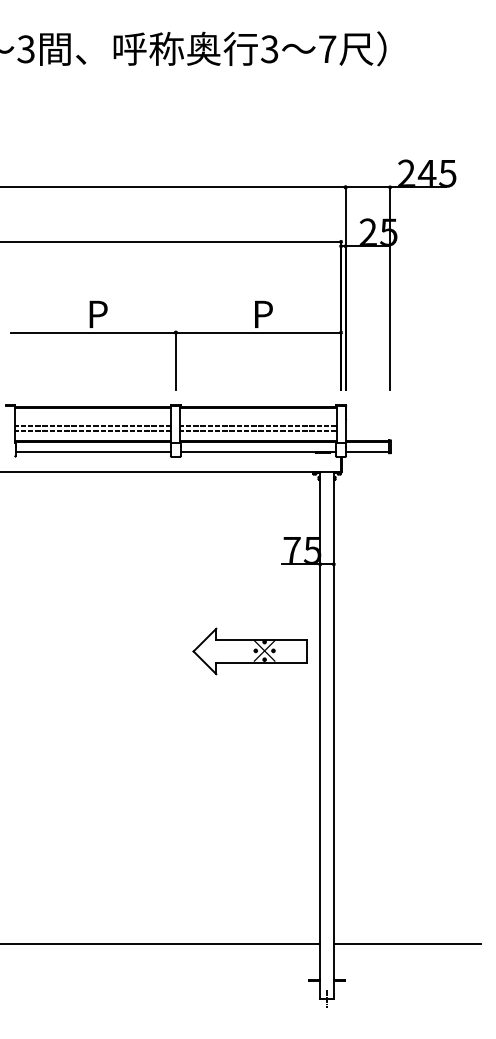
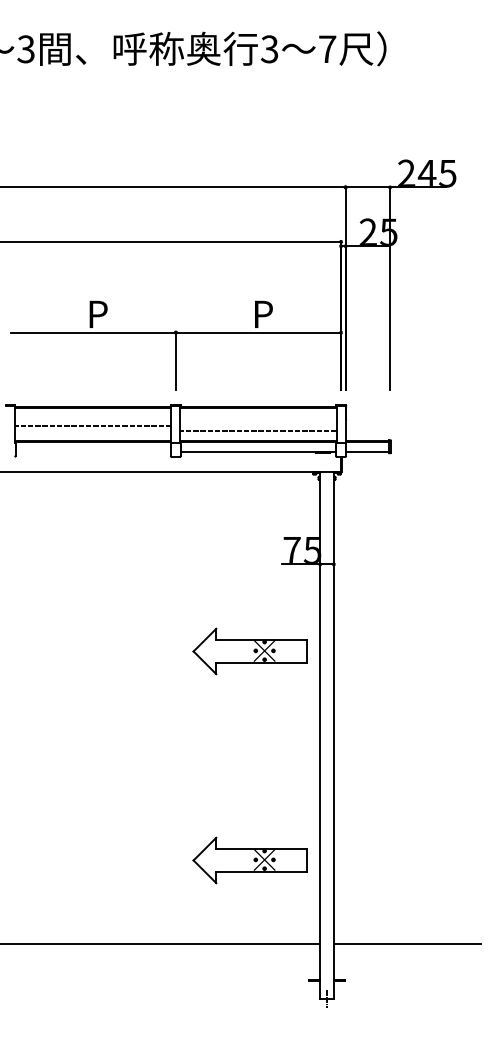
line at (258, 426): present -> none
line at (93, 431): present -> none
line at (92, 452): present -> none
part at (249, 860): none -> present
